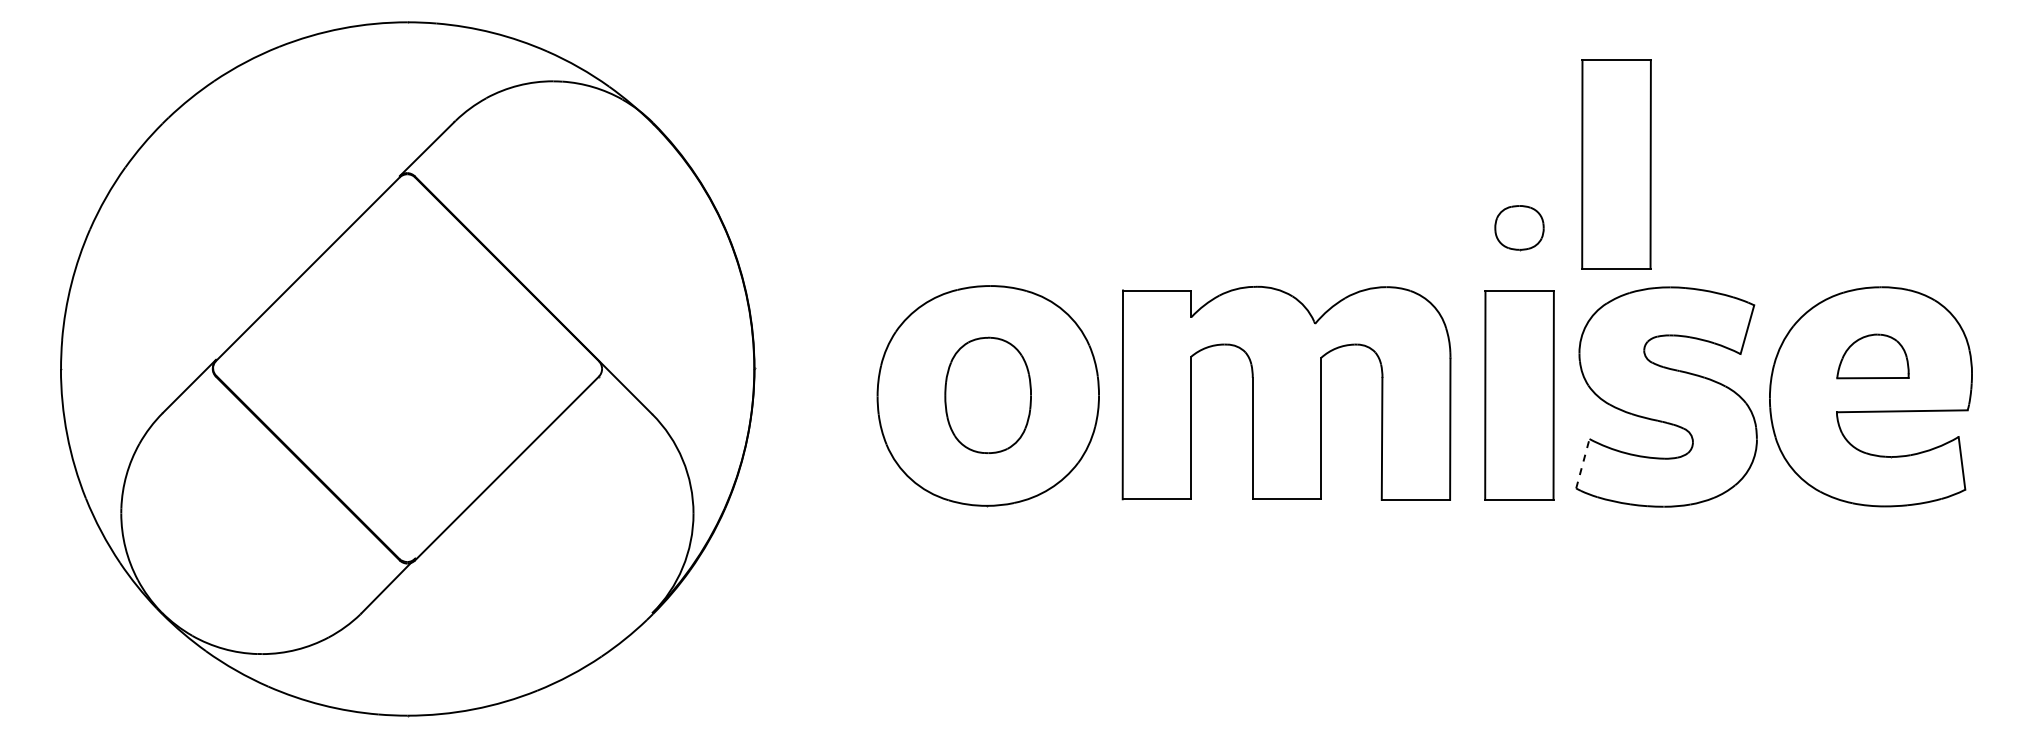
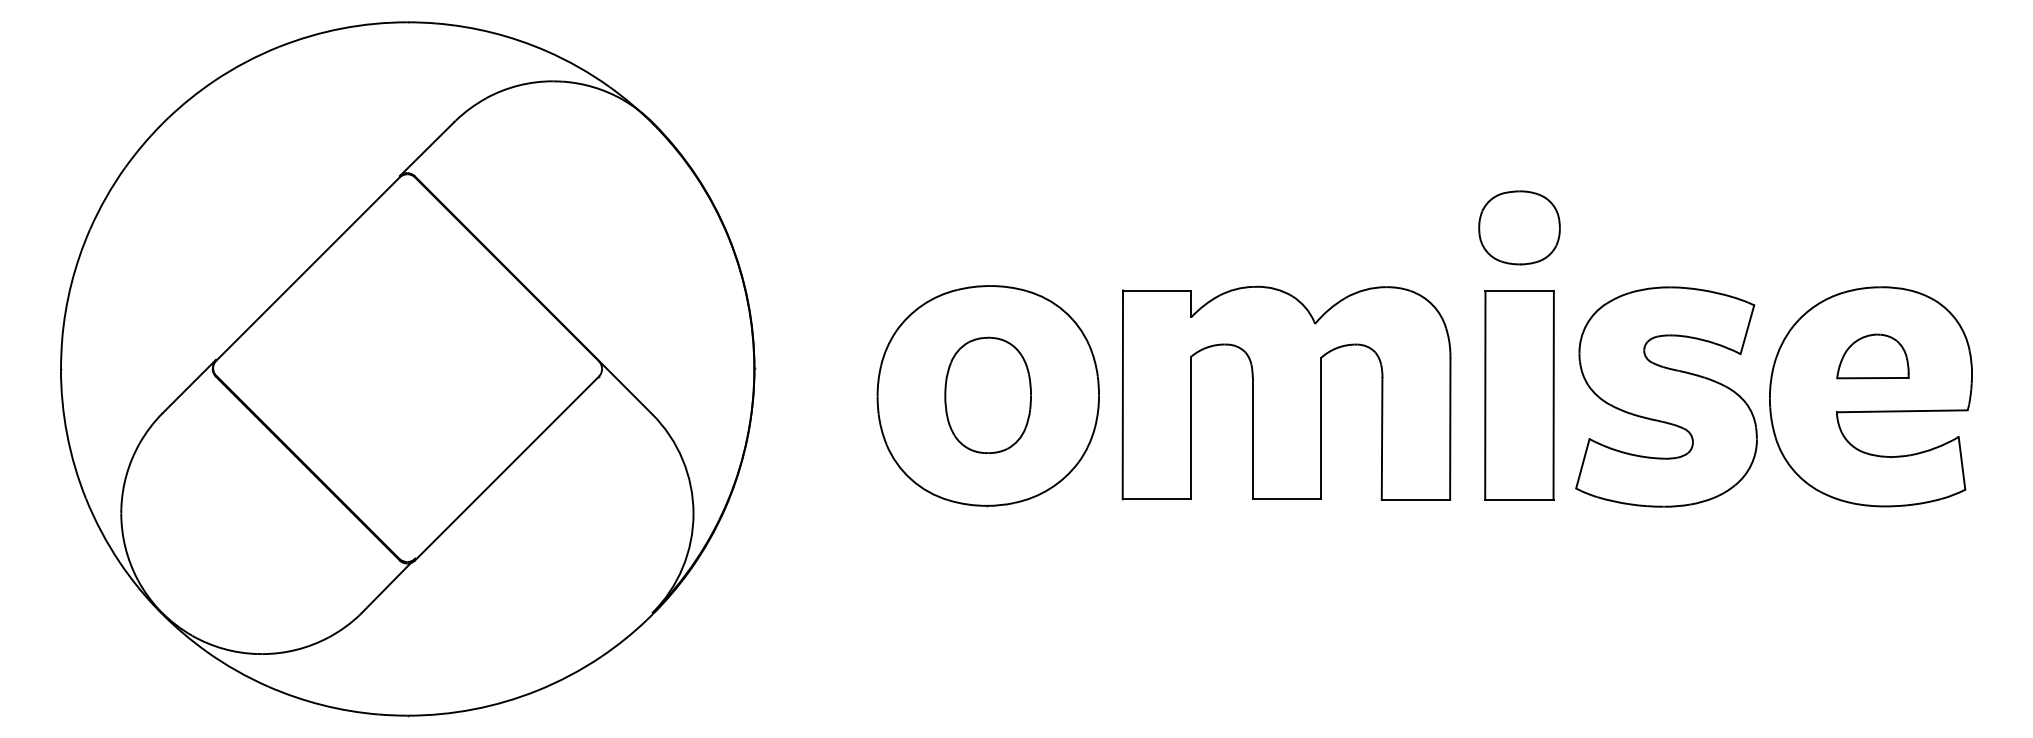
part at (1616, 164): present -> none
part at (1519, 228) size: 51x47 px -> 83x76 px
line at (1582, 463): dashed -> solid
